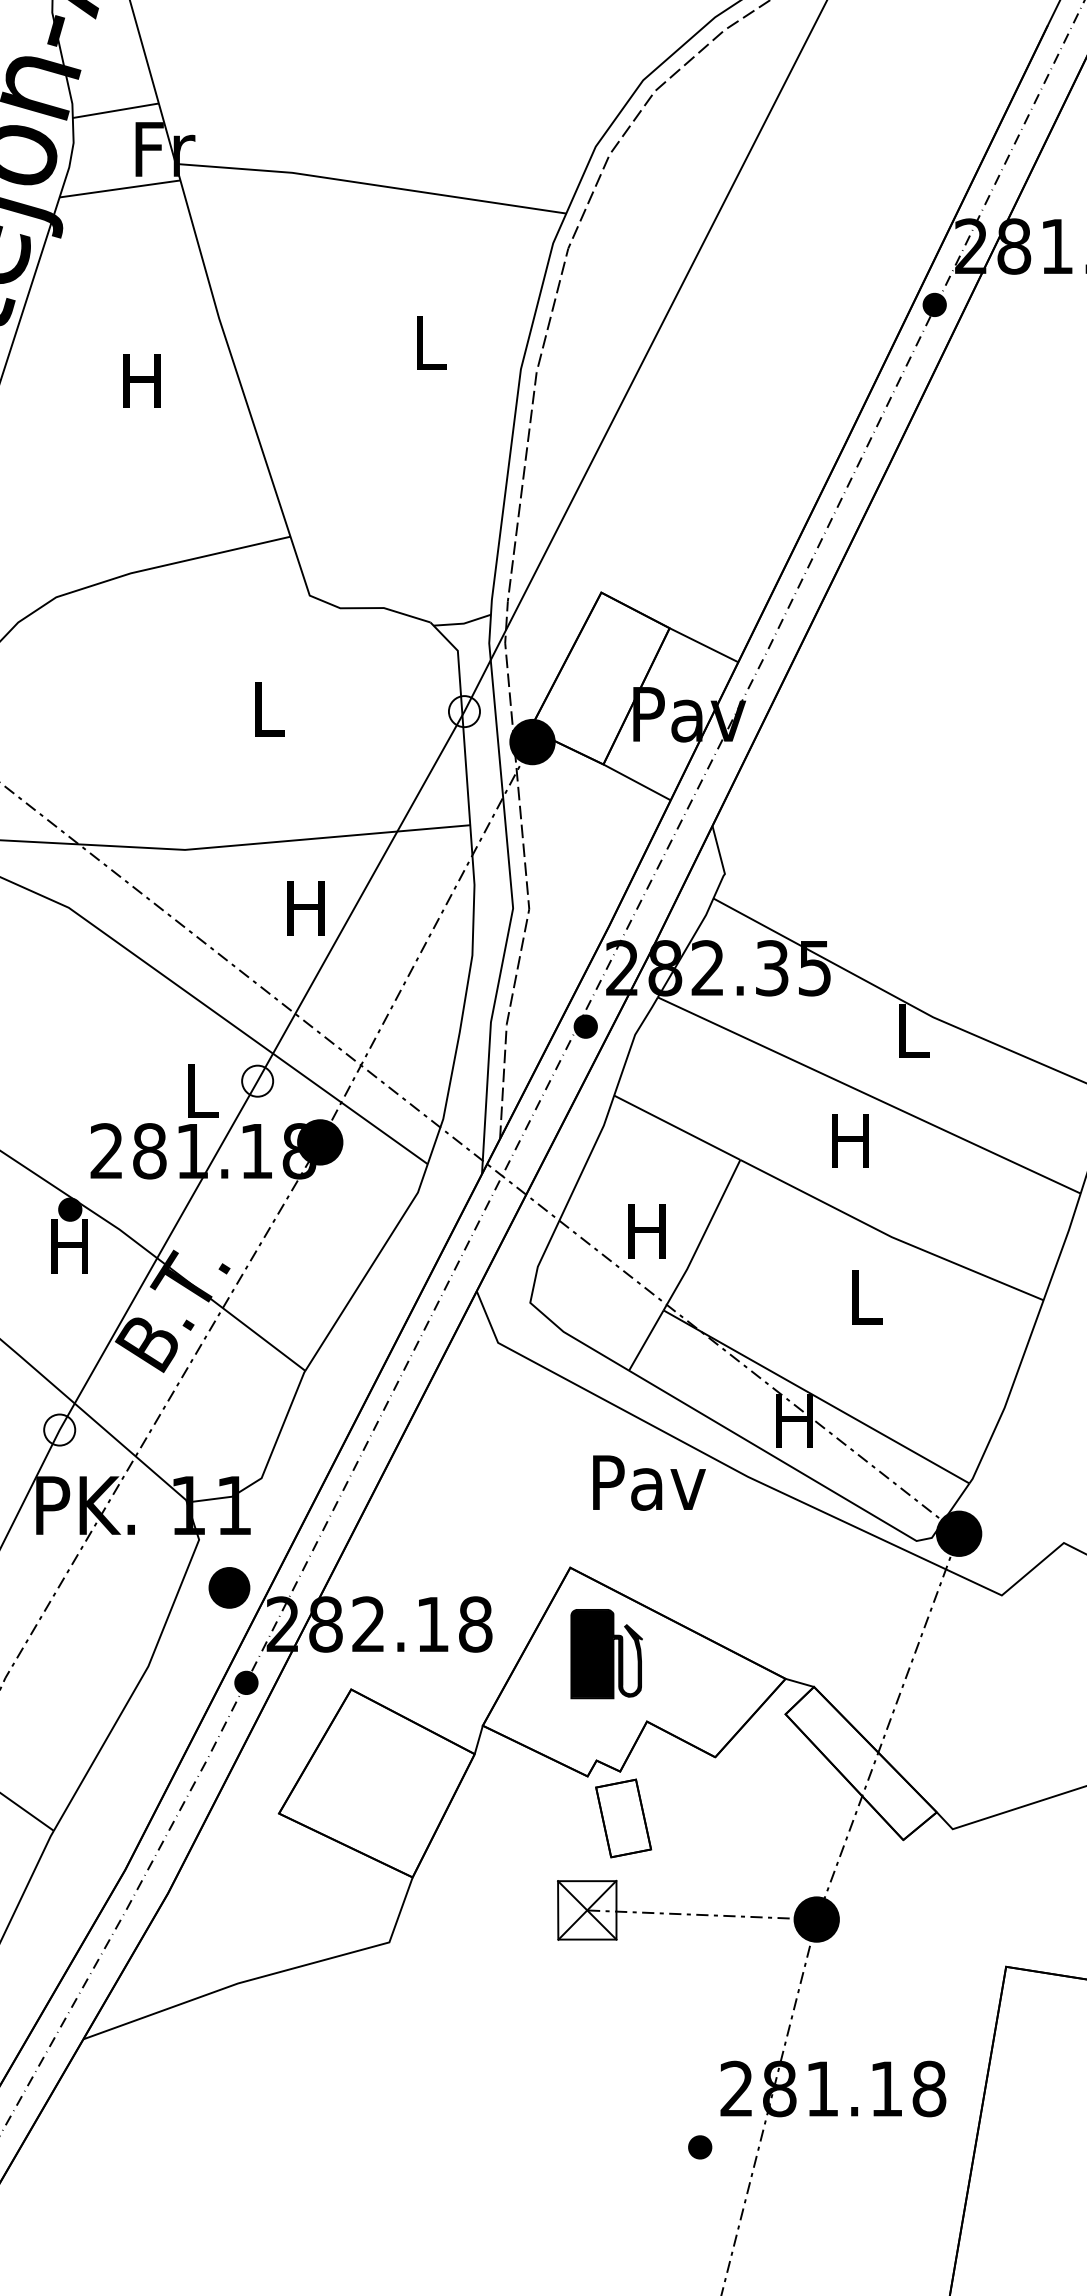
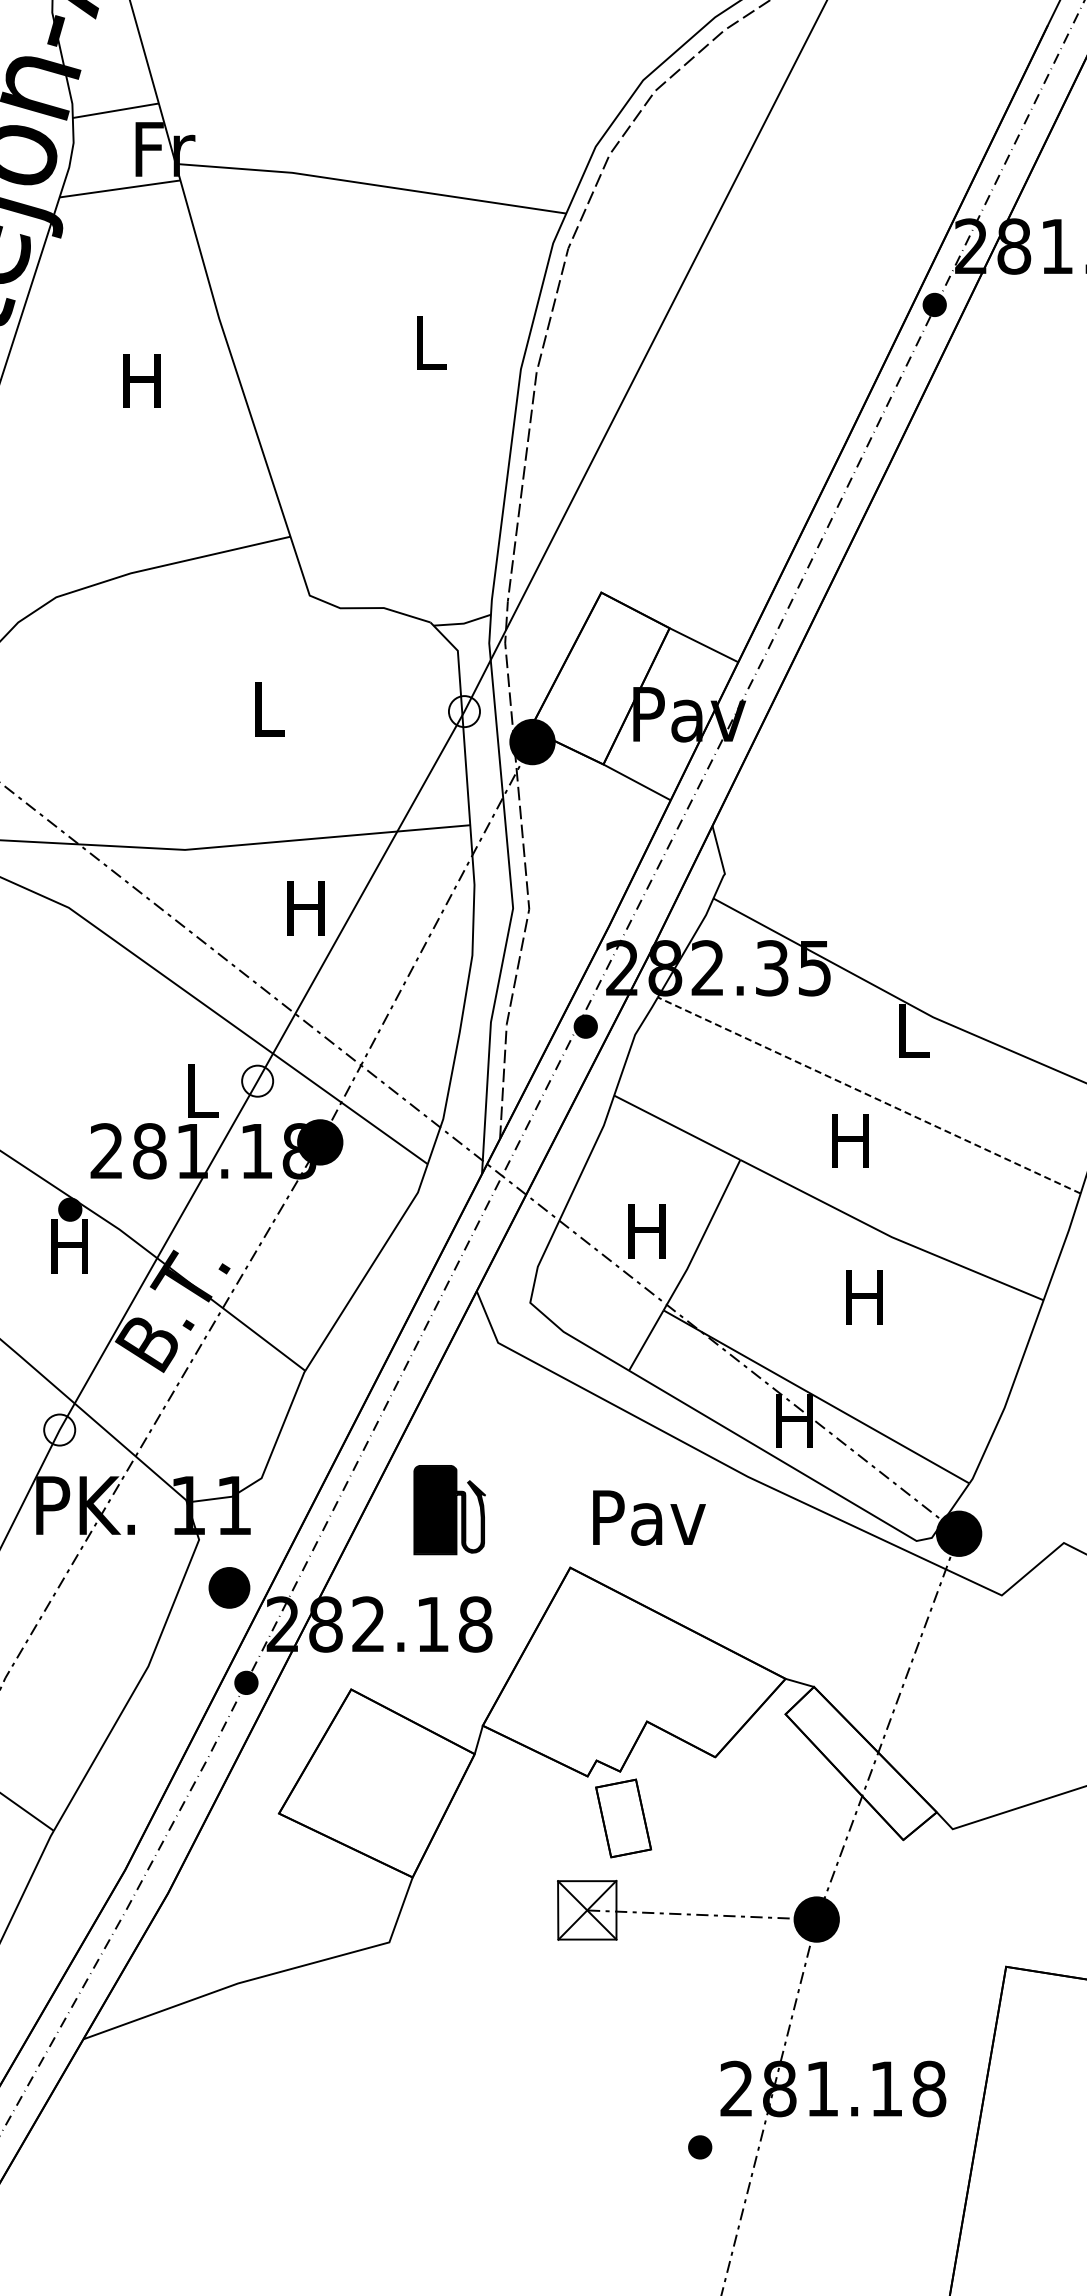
line at (868, 1095): solid -> dashed
text at (864, 1297): L -> H
text at (649, 1482) position: (649, 1482) -> (649, 1517)
part at (606, 1654) position: (606, 1654) -> (449, 1510)
